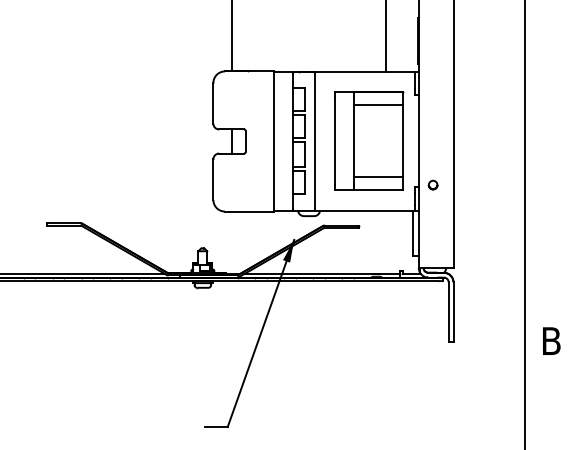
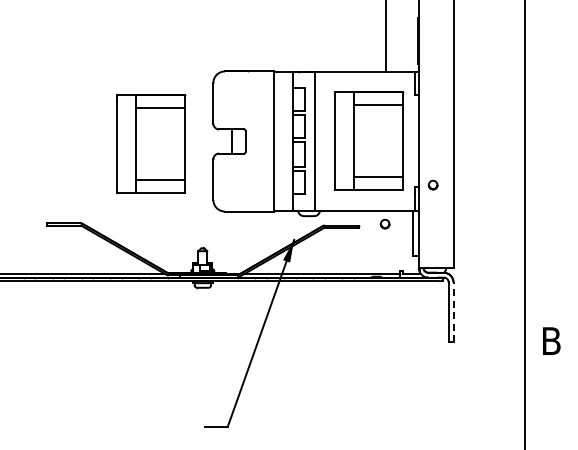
line at (232, 36): present -> none
part at (151, 143): none -> present
part at (384, 223): none -> present
line at (453, 312): solid -> dashed
